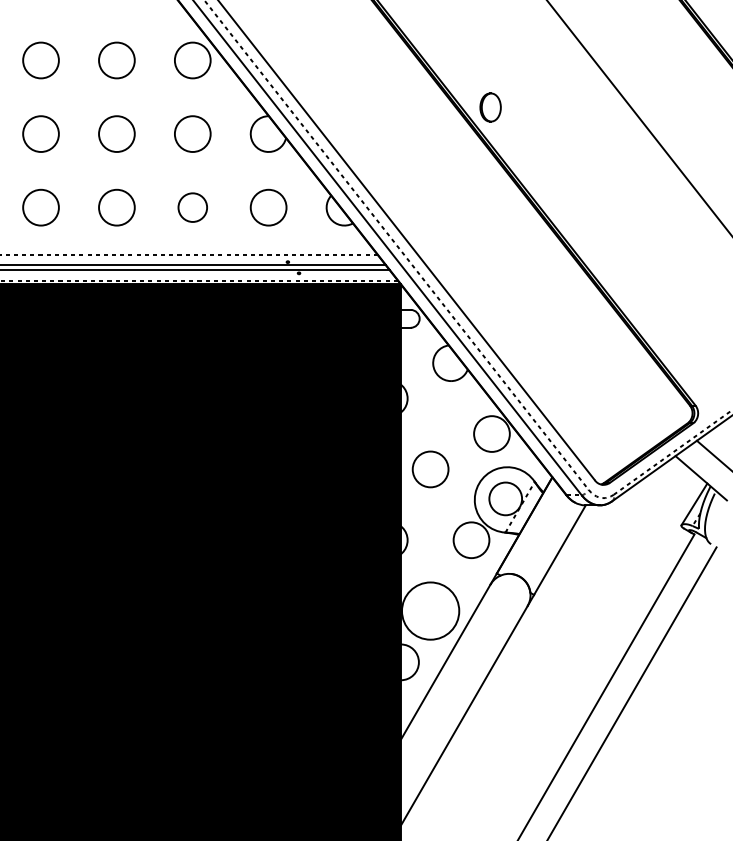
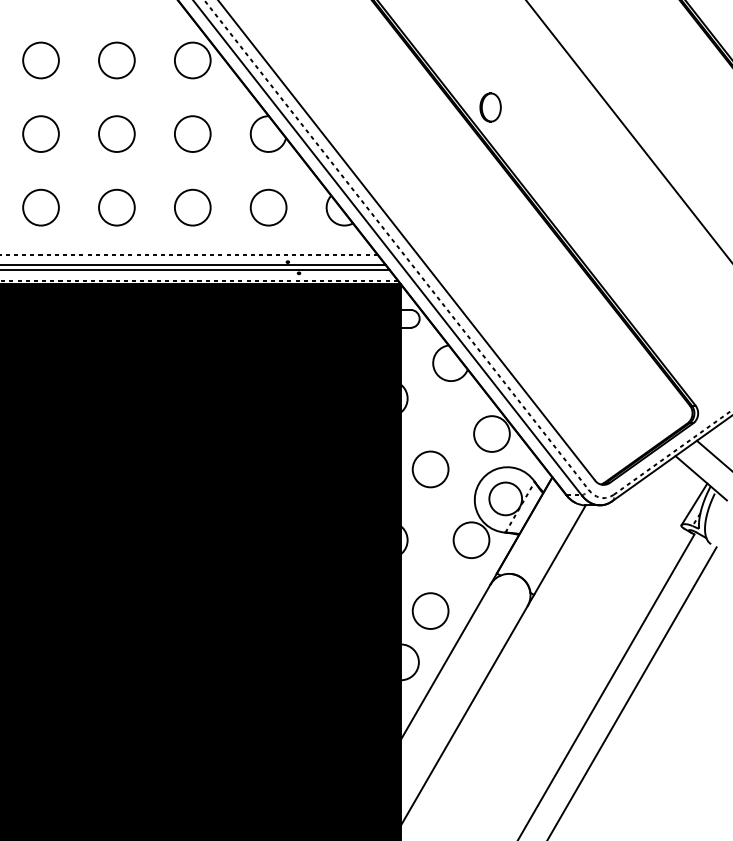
line at (638, 117) position: (638, 117) -> (628, 131)
circle at (192, 207) size: 31x31 px -> 38x39 px
circle at (430, 610) diameter: 57 px -> 36 px
